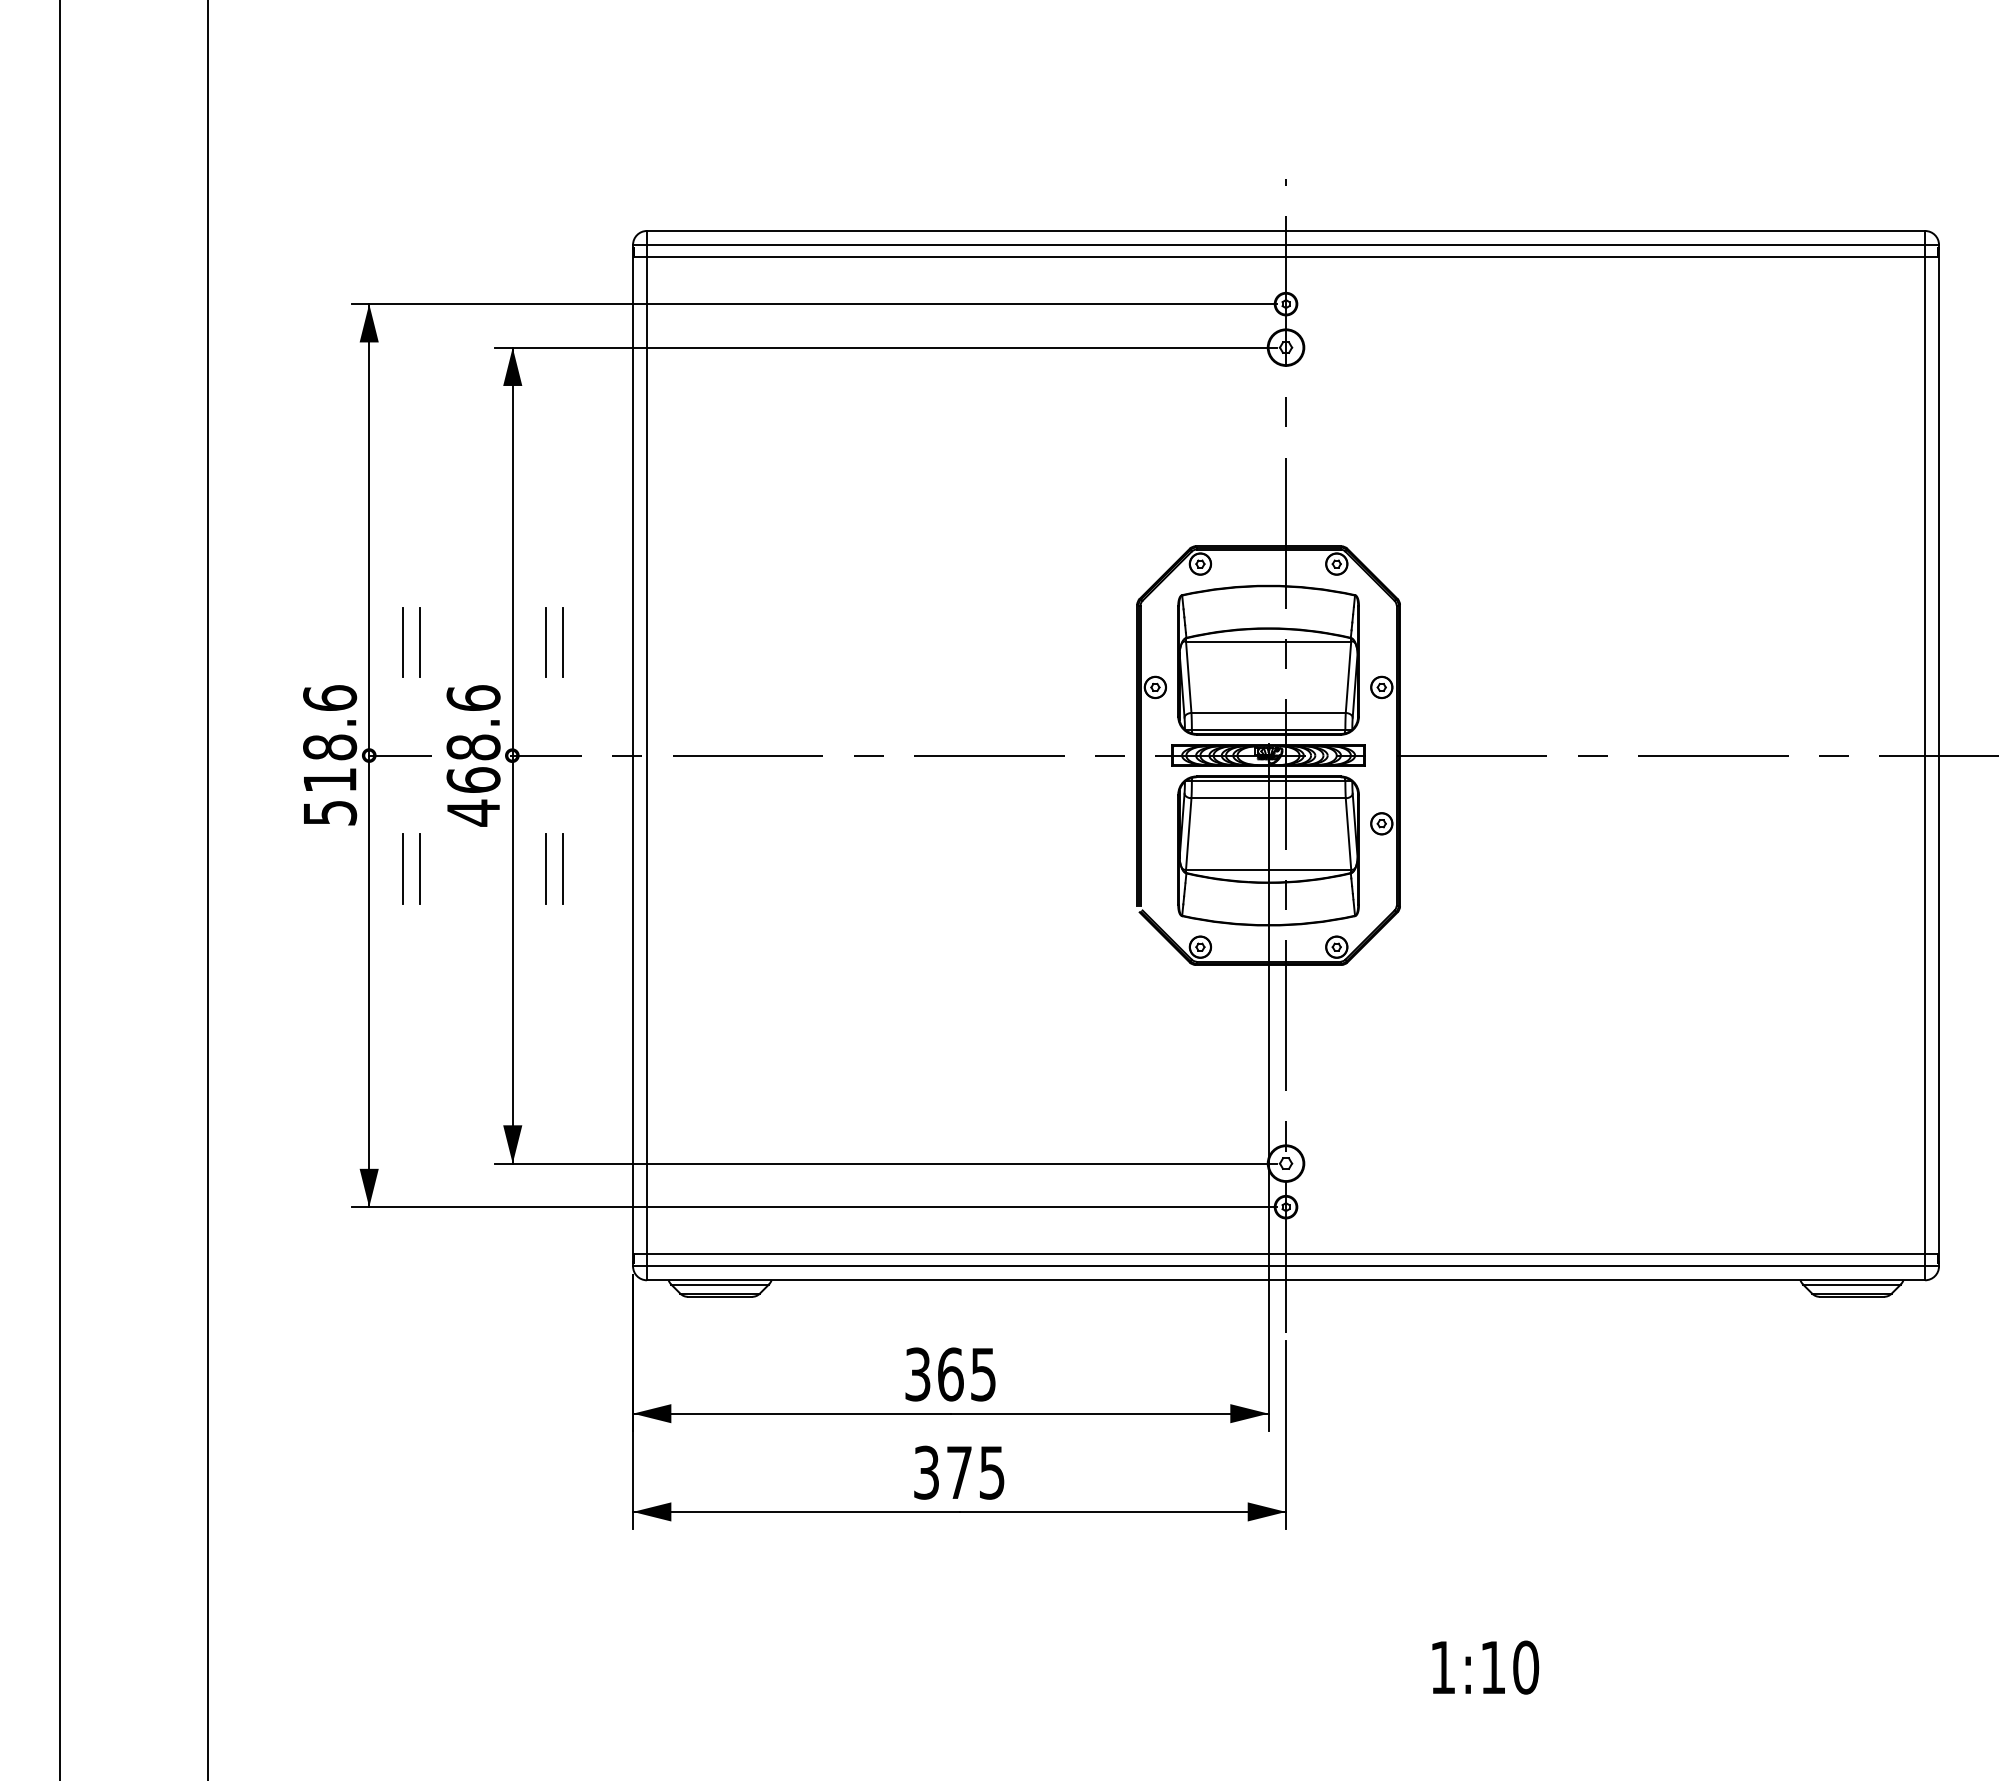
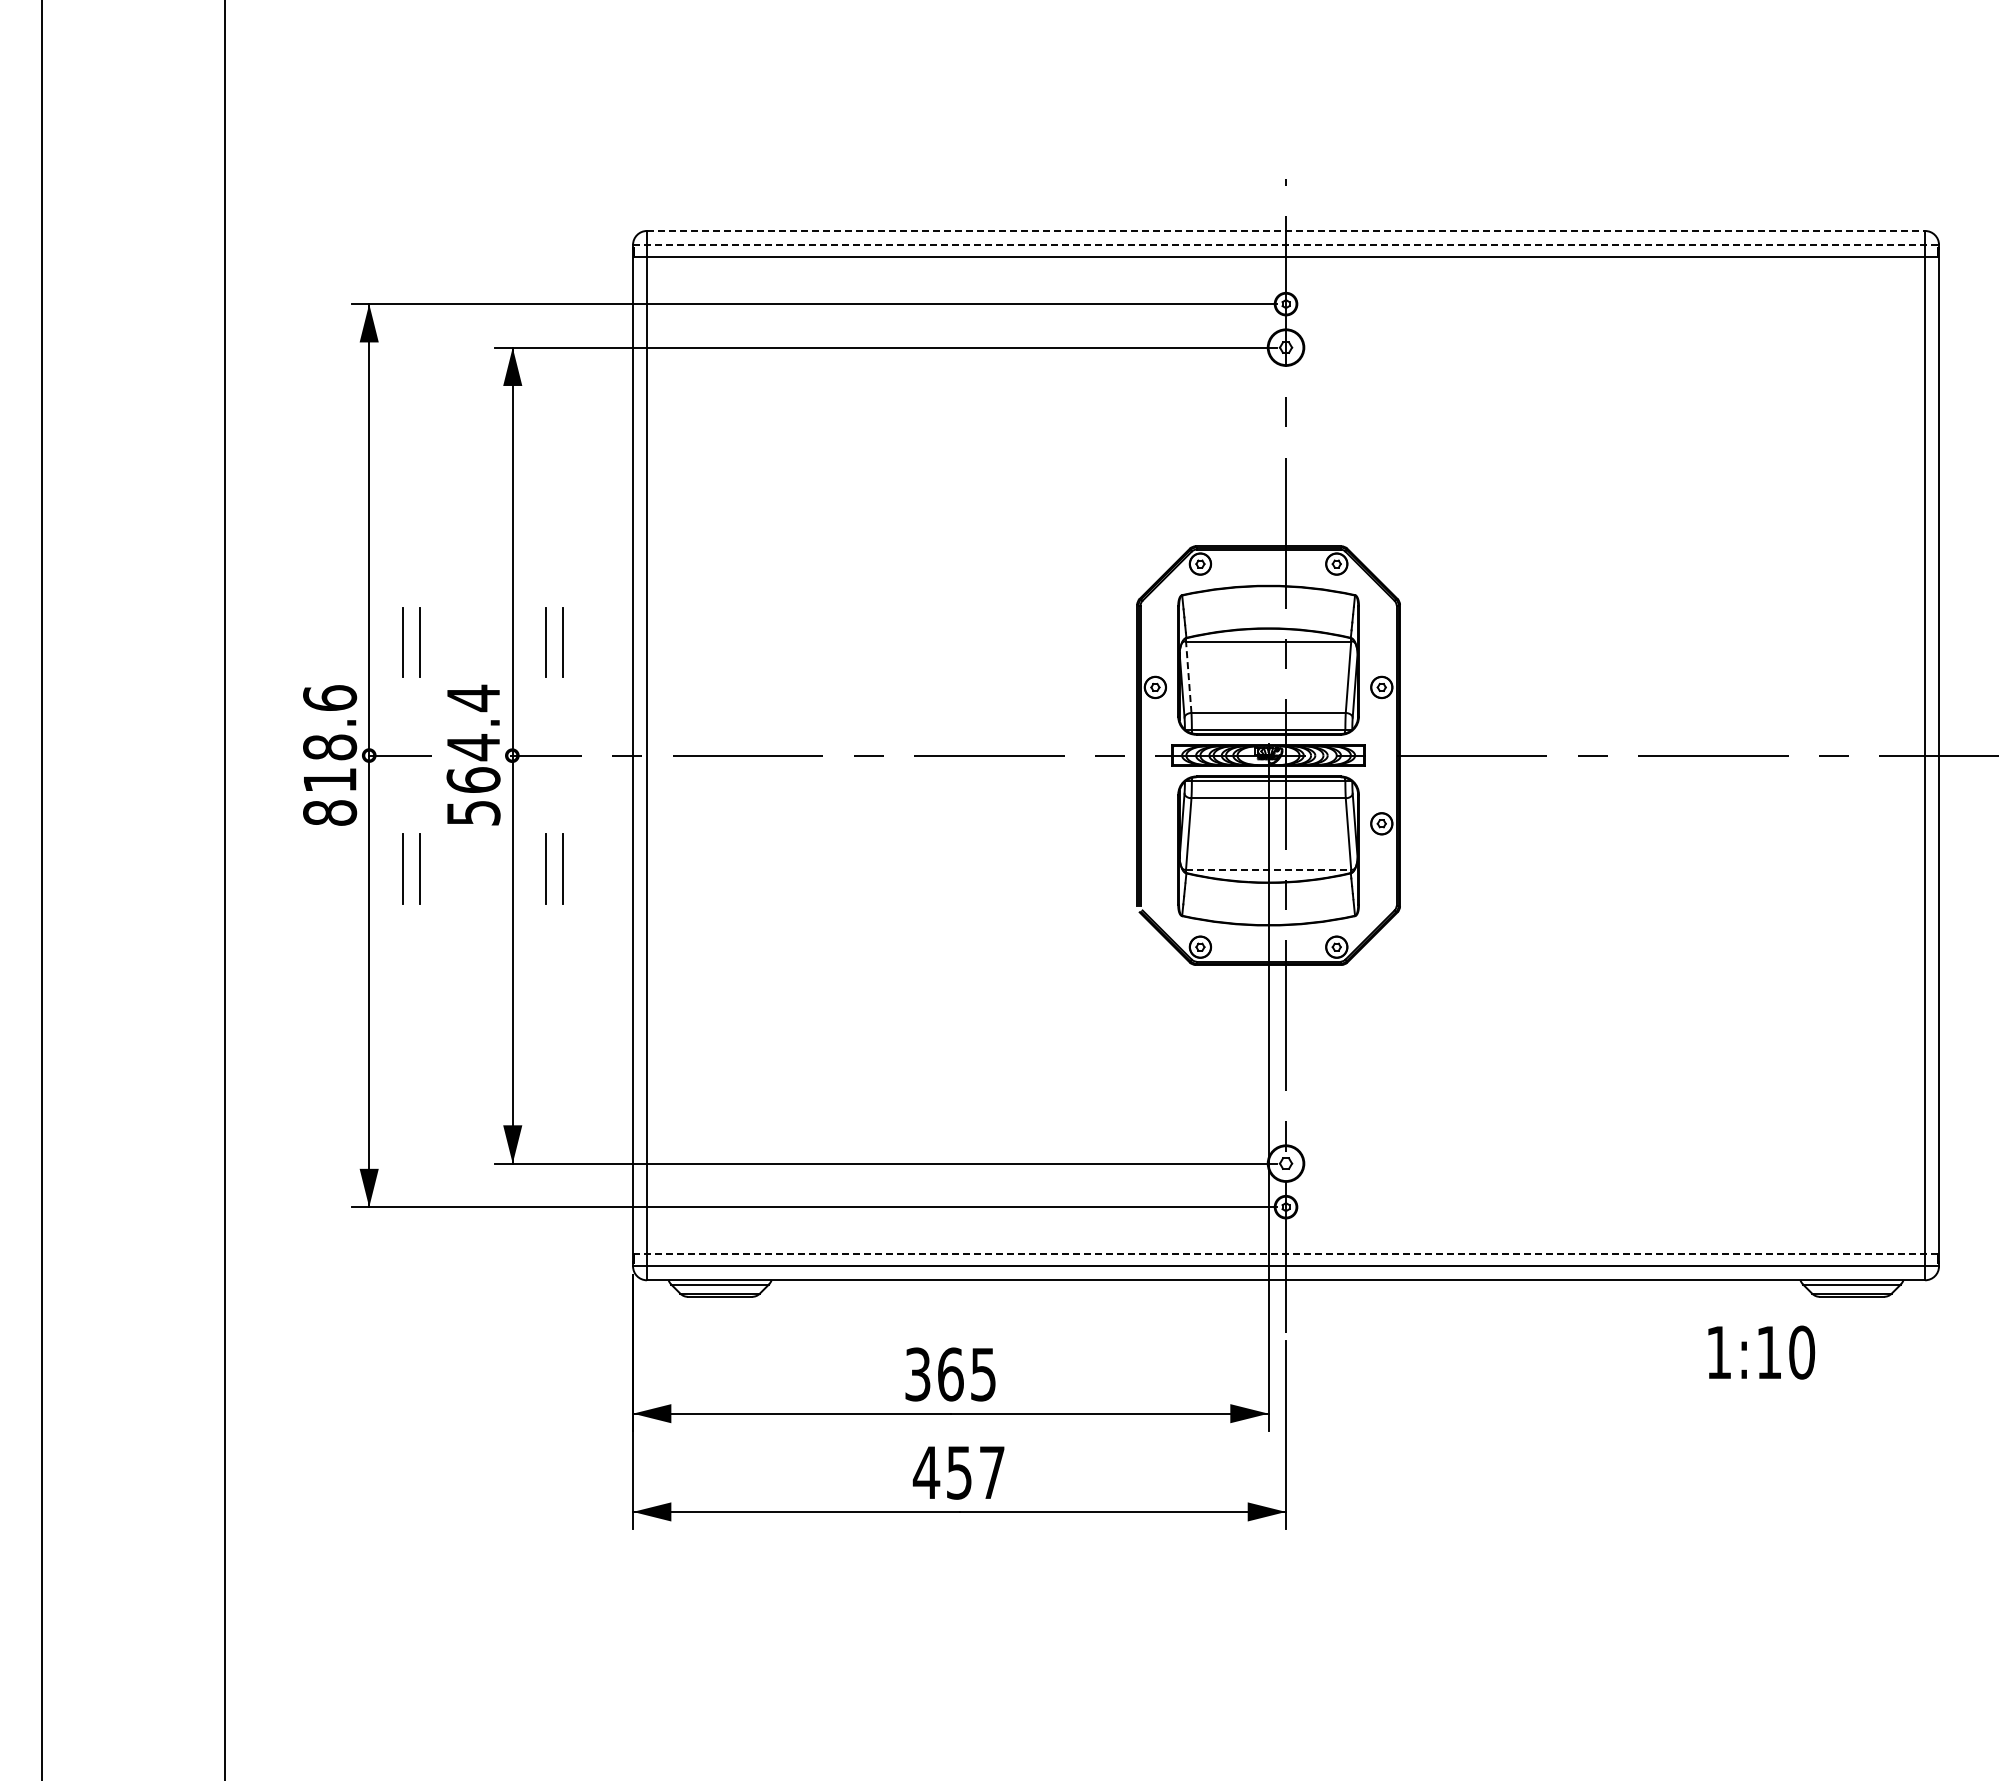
line at (1286, 230): solid -> dashed
line at (1286, 244): solid -> dashed
line at (1188, 677): solid -> dashed
text at (473, 755): 468.6 -> 564.4
text at (330, 812): 518.6 -> 818.6
line at (1268, 869): solid -> dashed
line at (59, 889) position: (59, 889) -> (41, 889)
line at (208, 889) position: (208, 889) -> (225, 889)
line at (1285, 1254): solid -> dashed
text at (958, 1472): 375 -> 457
text at (1485, 1667) position: (1485, 1667) -> (1761, 1352)
